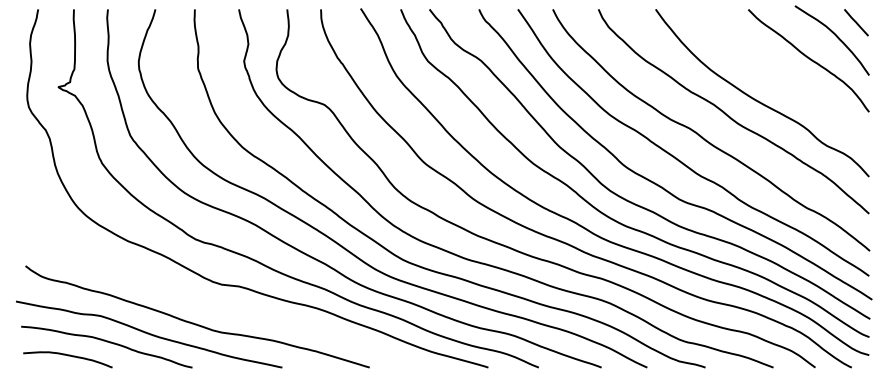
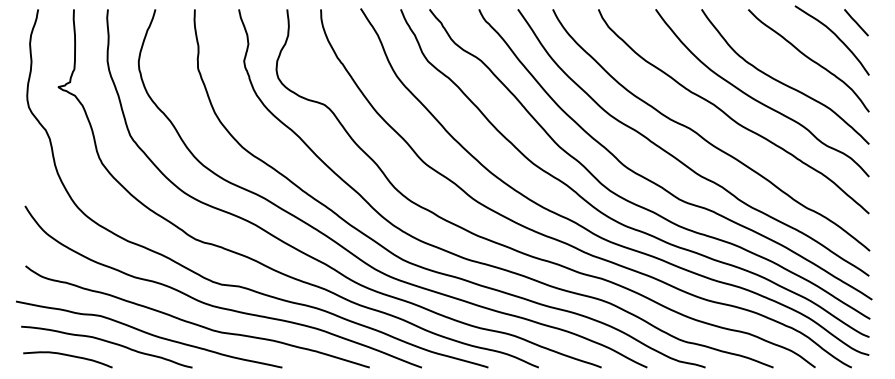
curve at (783, 82): none -> present
curve at (219, 306): none -> present
